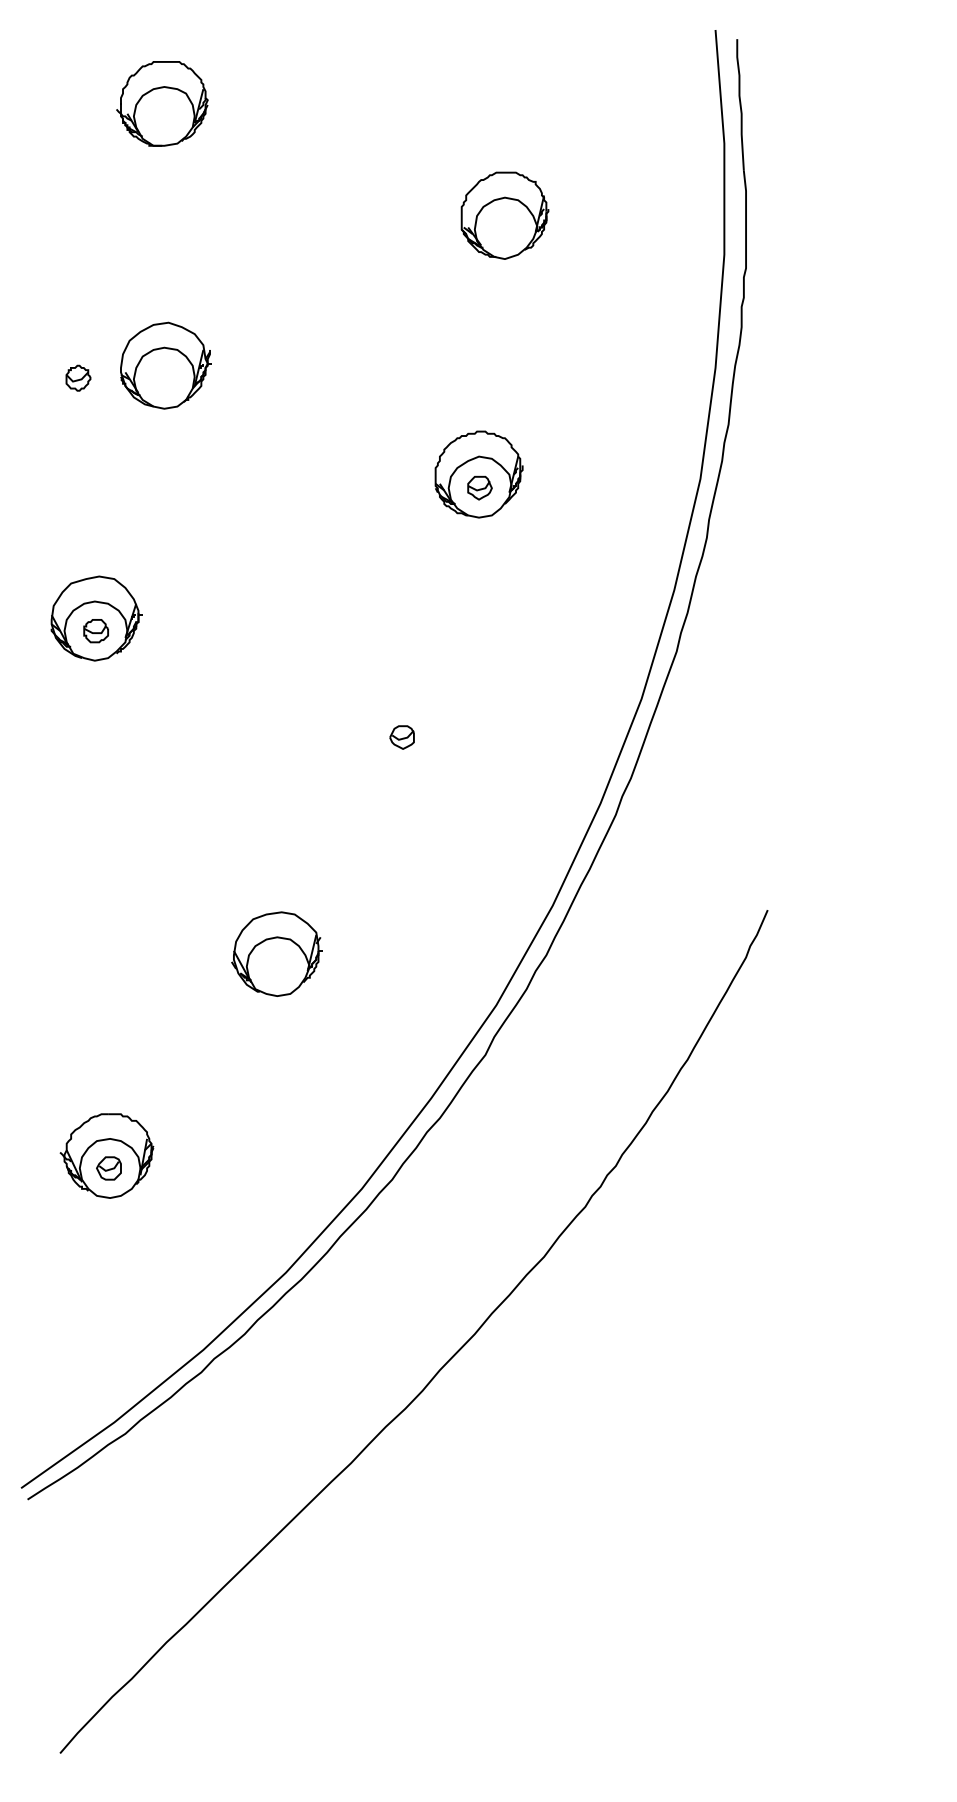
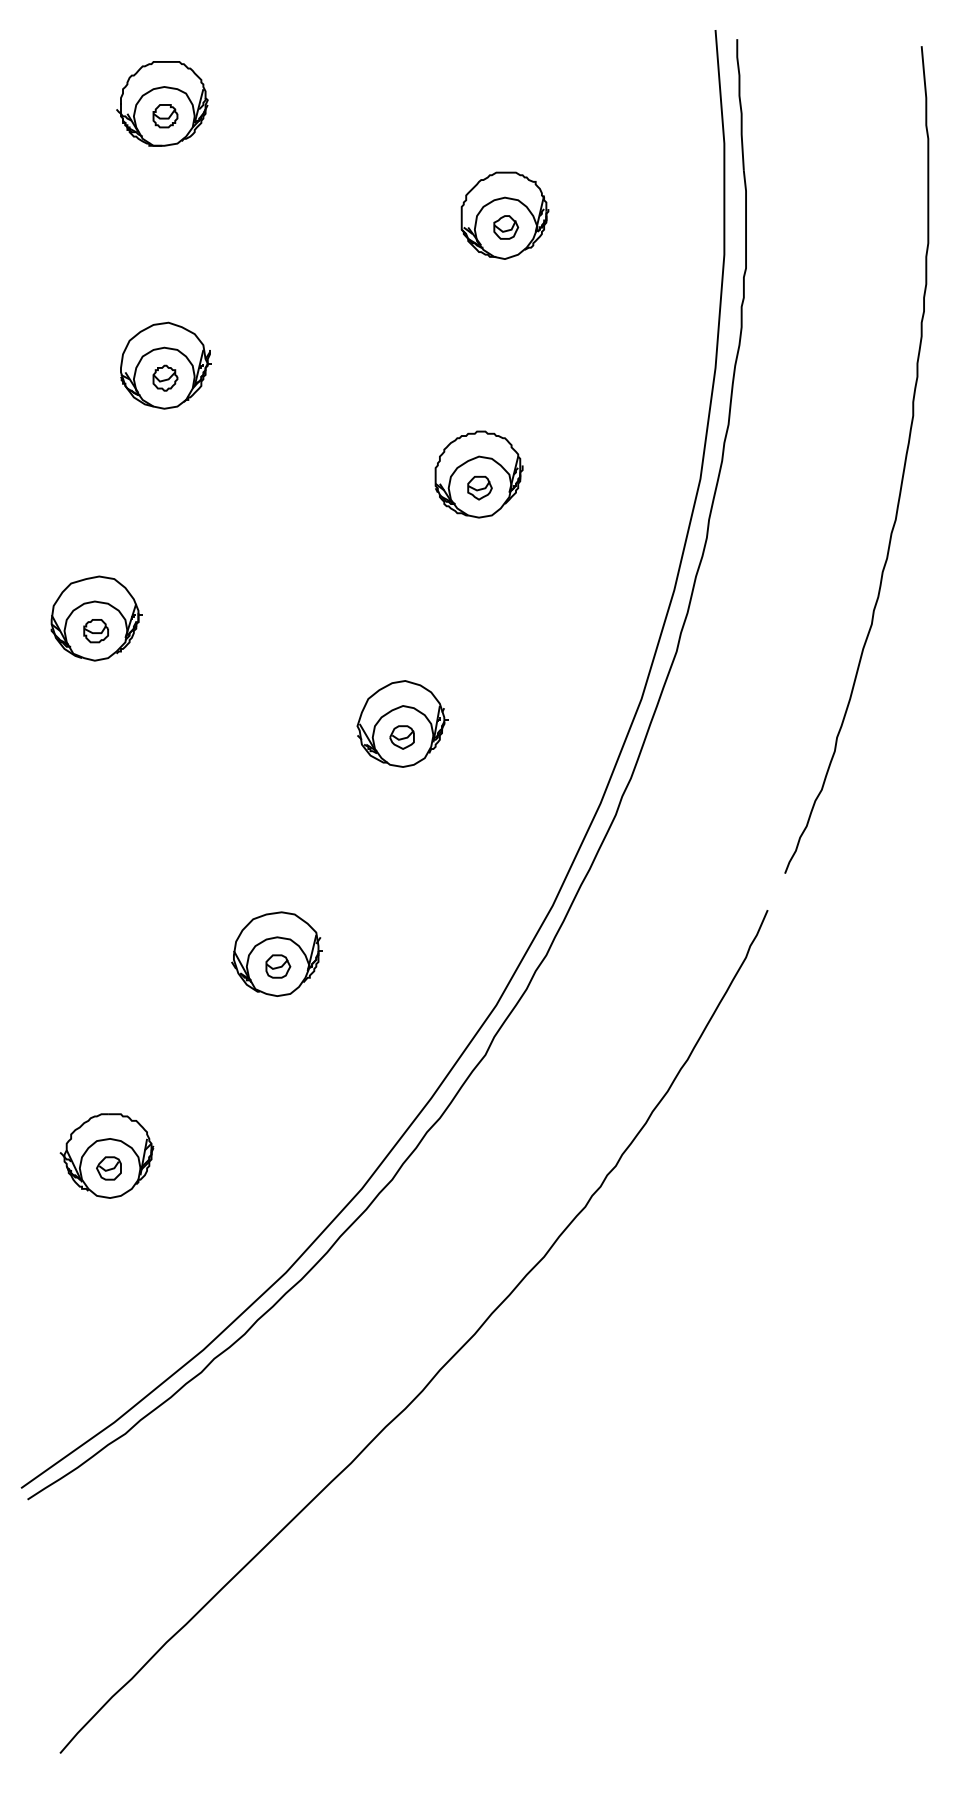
part at (165, 116): none -> present
part at (506, 227): none -> present
part at (78, 377) position: (78, 377) -> (165, 377)
curve at (903, 465): none -> present
part at (402, 723): none -> present
part at (278, 966): none -> present
